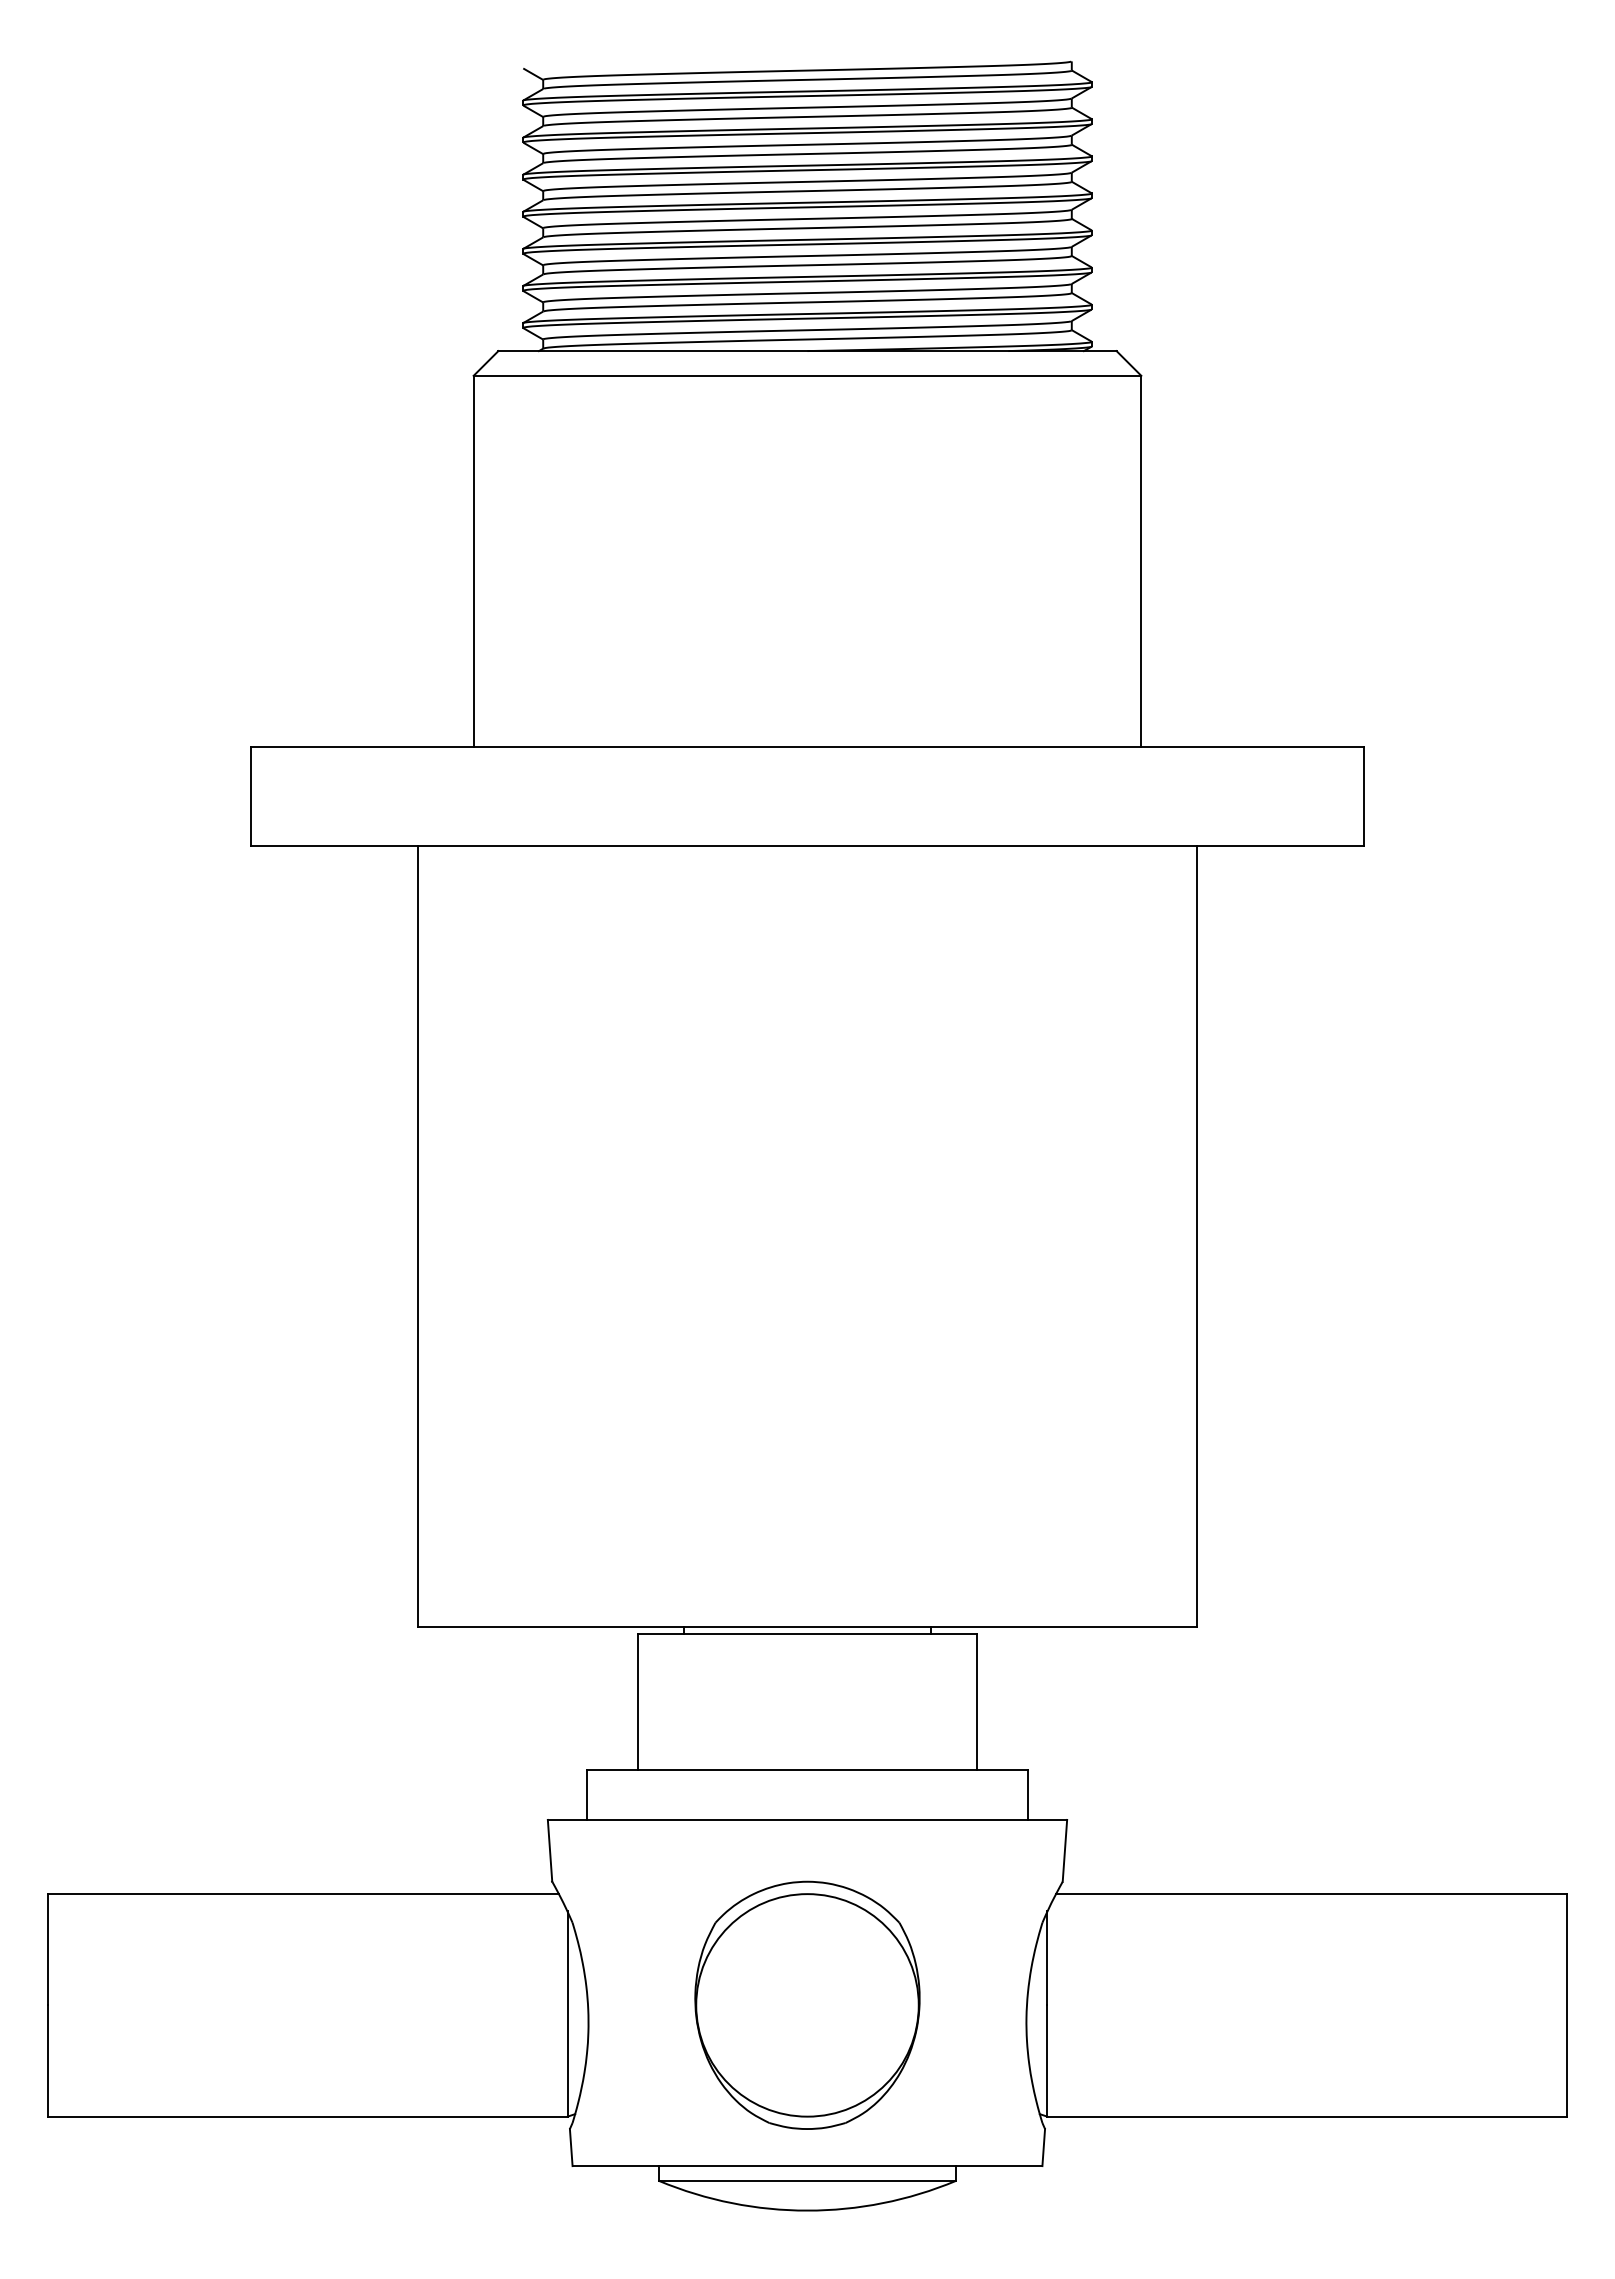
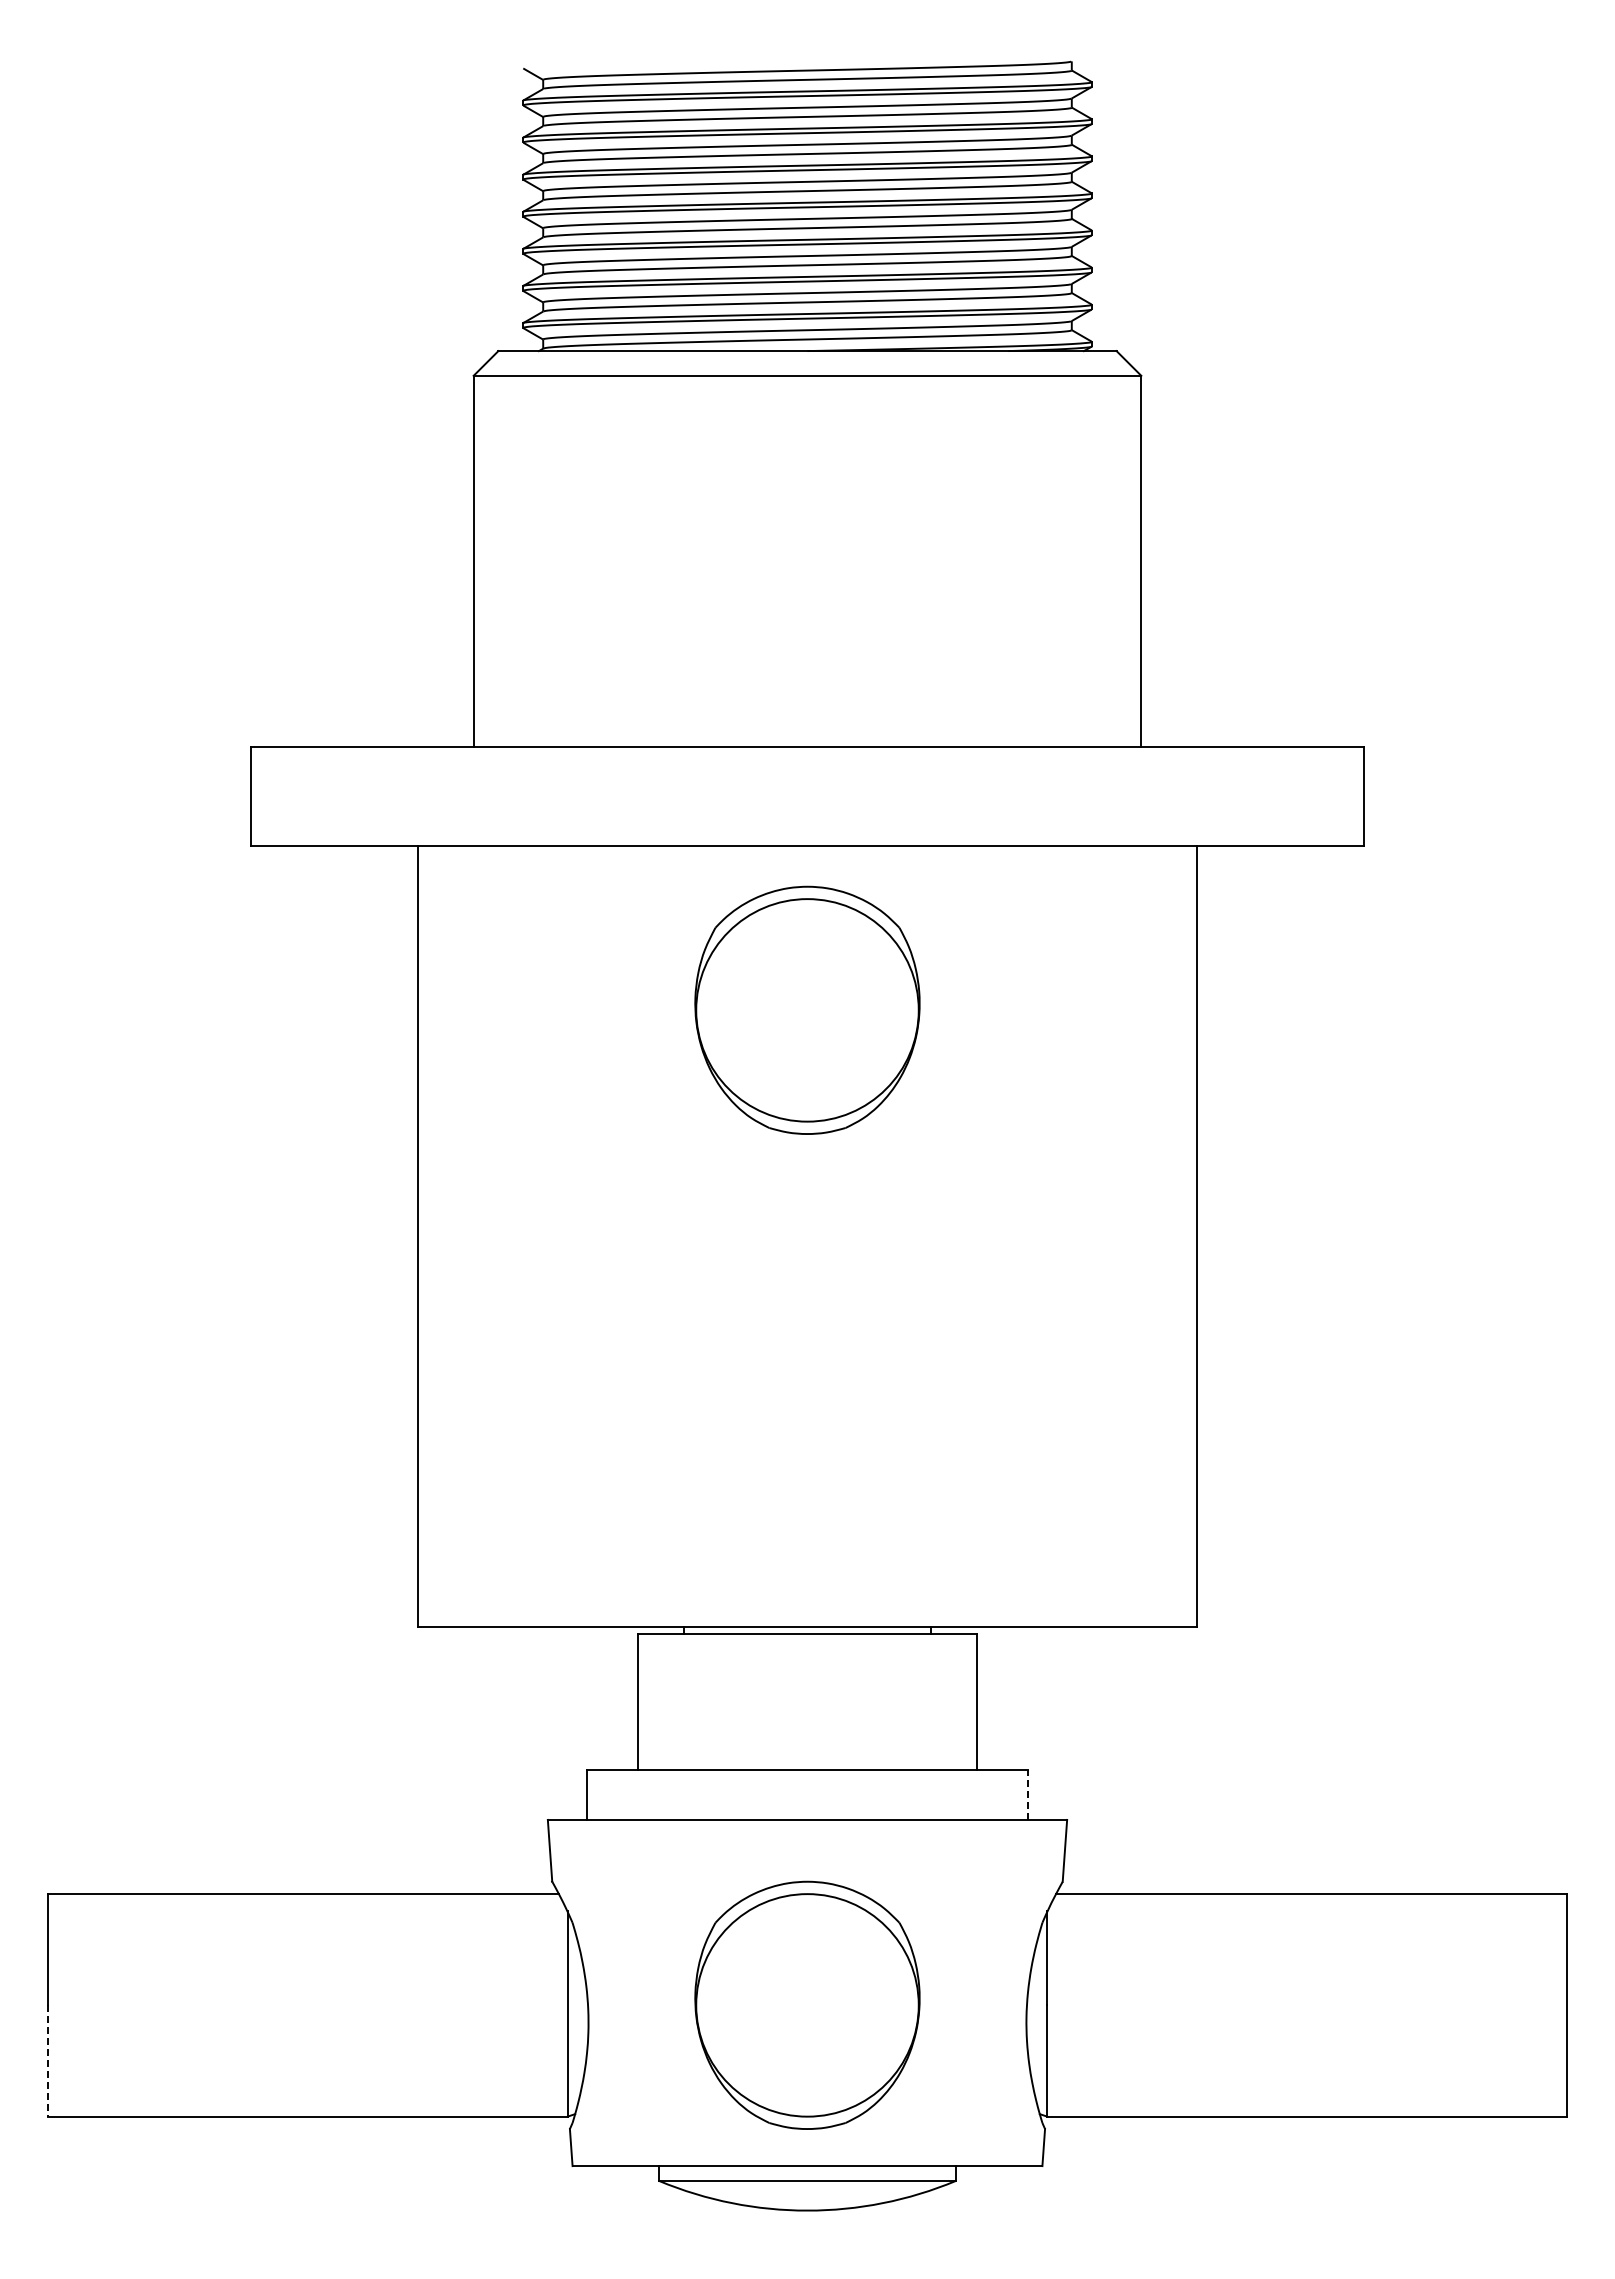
part at (807, 1009): none -> present
line at (1027, 1795): solid -> dashed
line at (48, 2061): solid -> dashed
